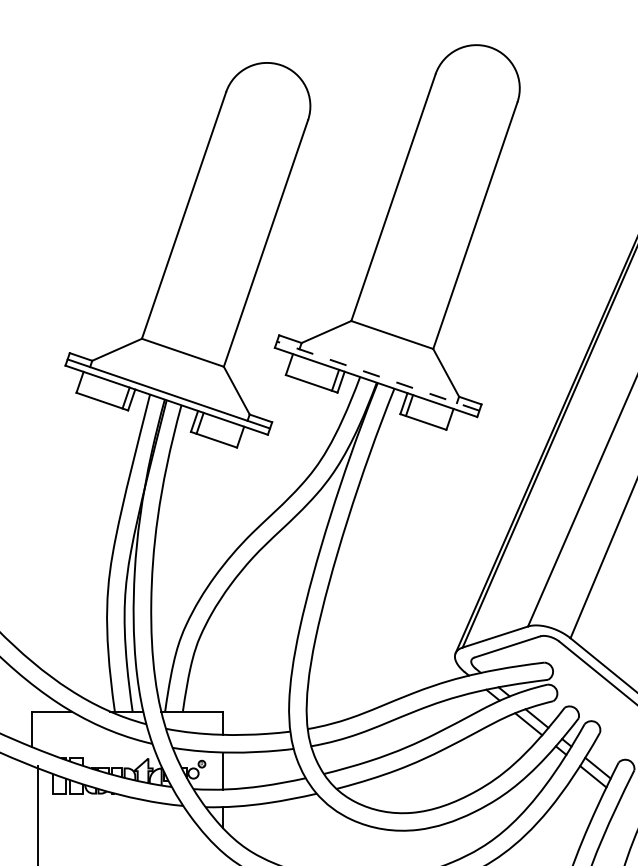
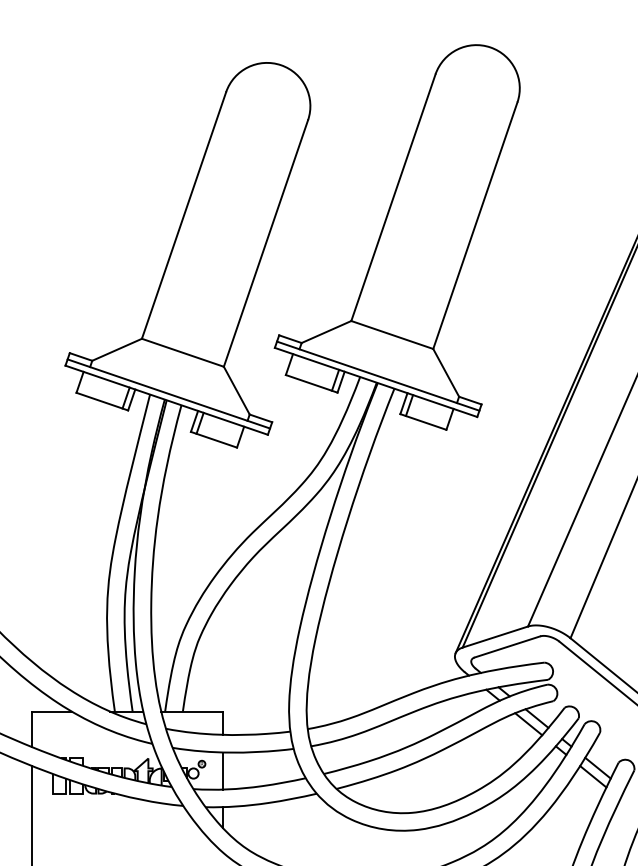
line at (378, 376): dashed -> solid
line at (37, 814) position: (37, 814) -> (31, 814)
